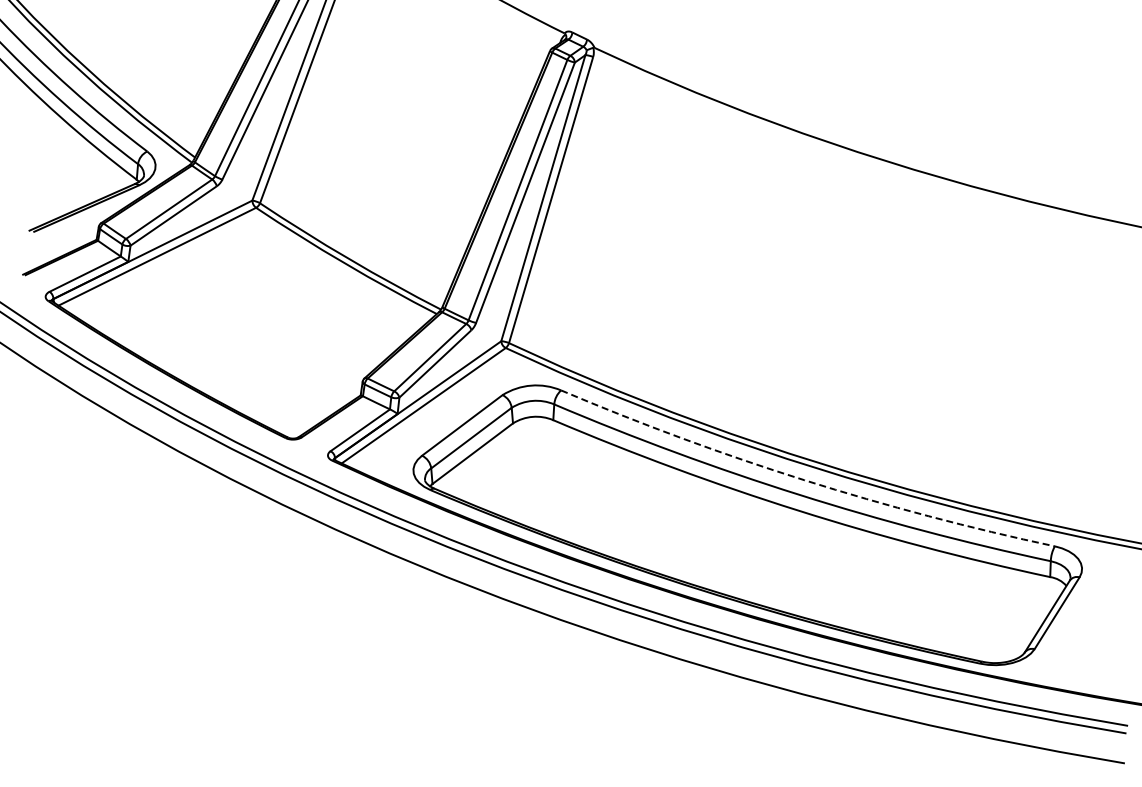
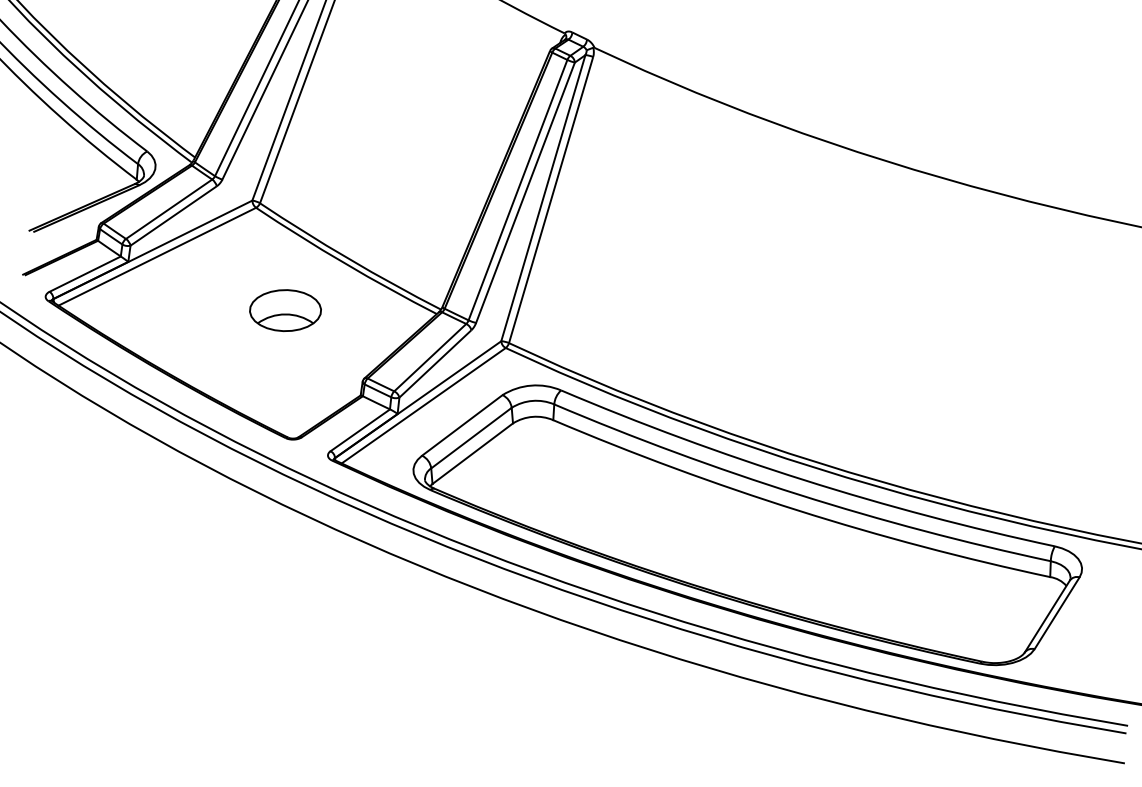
part at (285, 310): none -> present
arc at (804, 480): dashed -> solid
